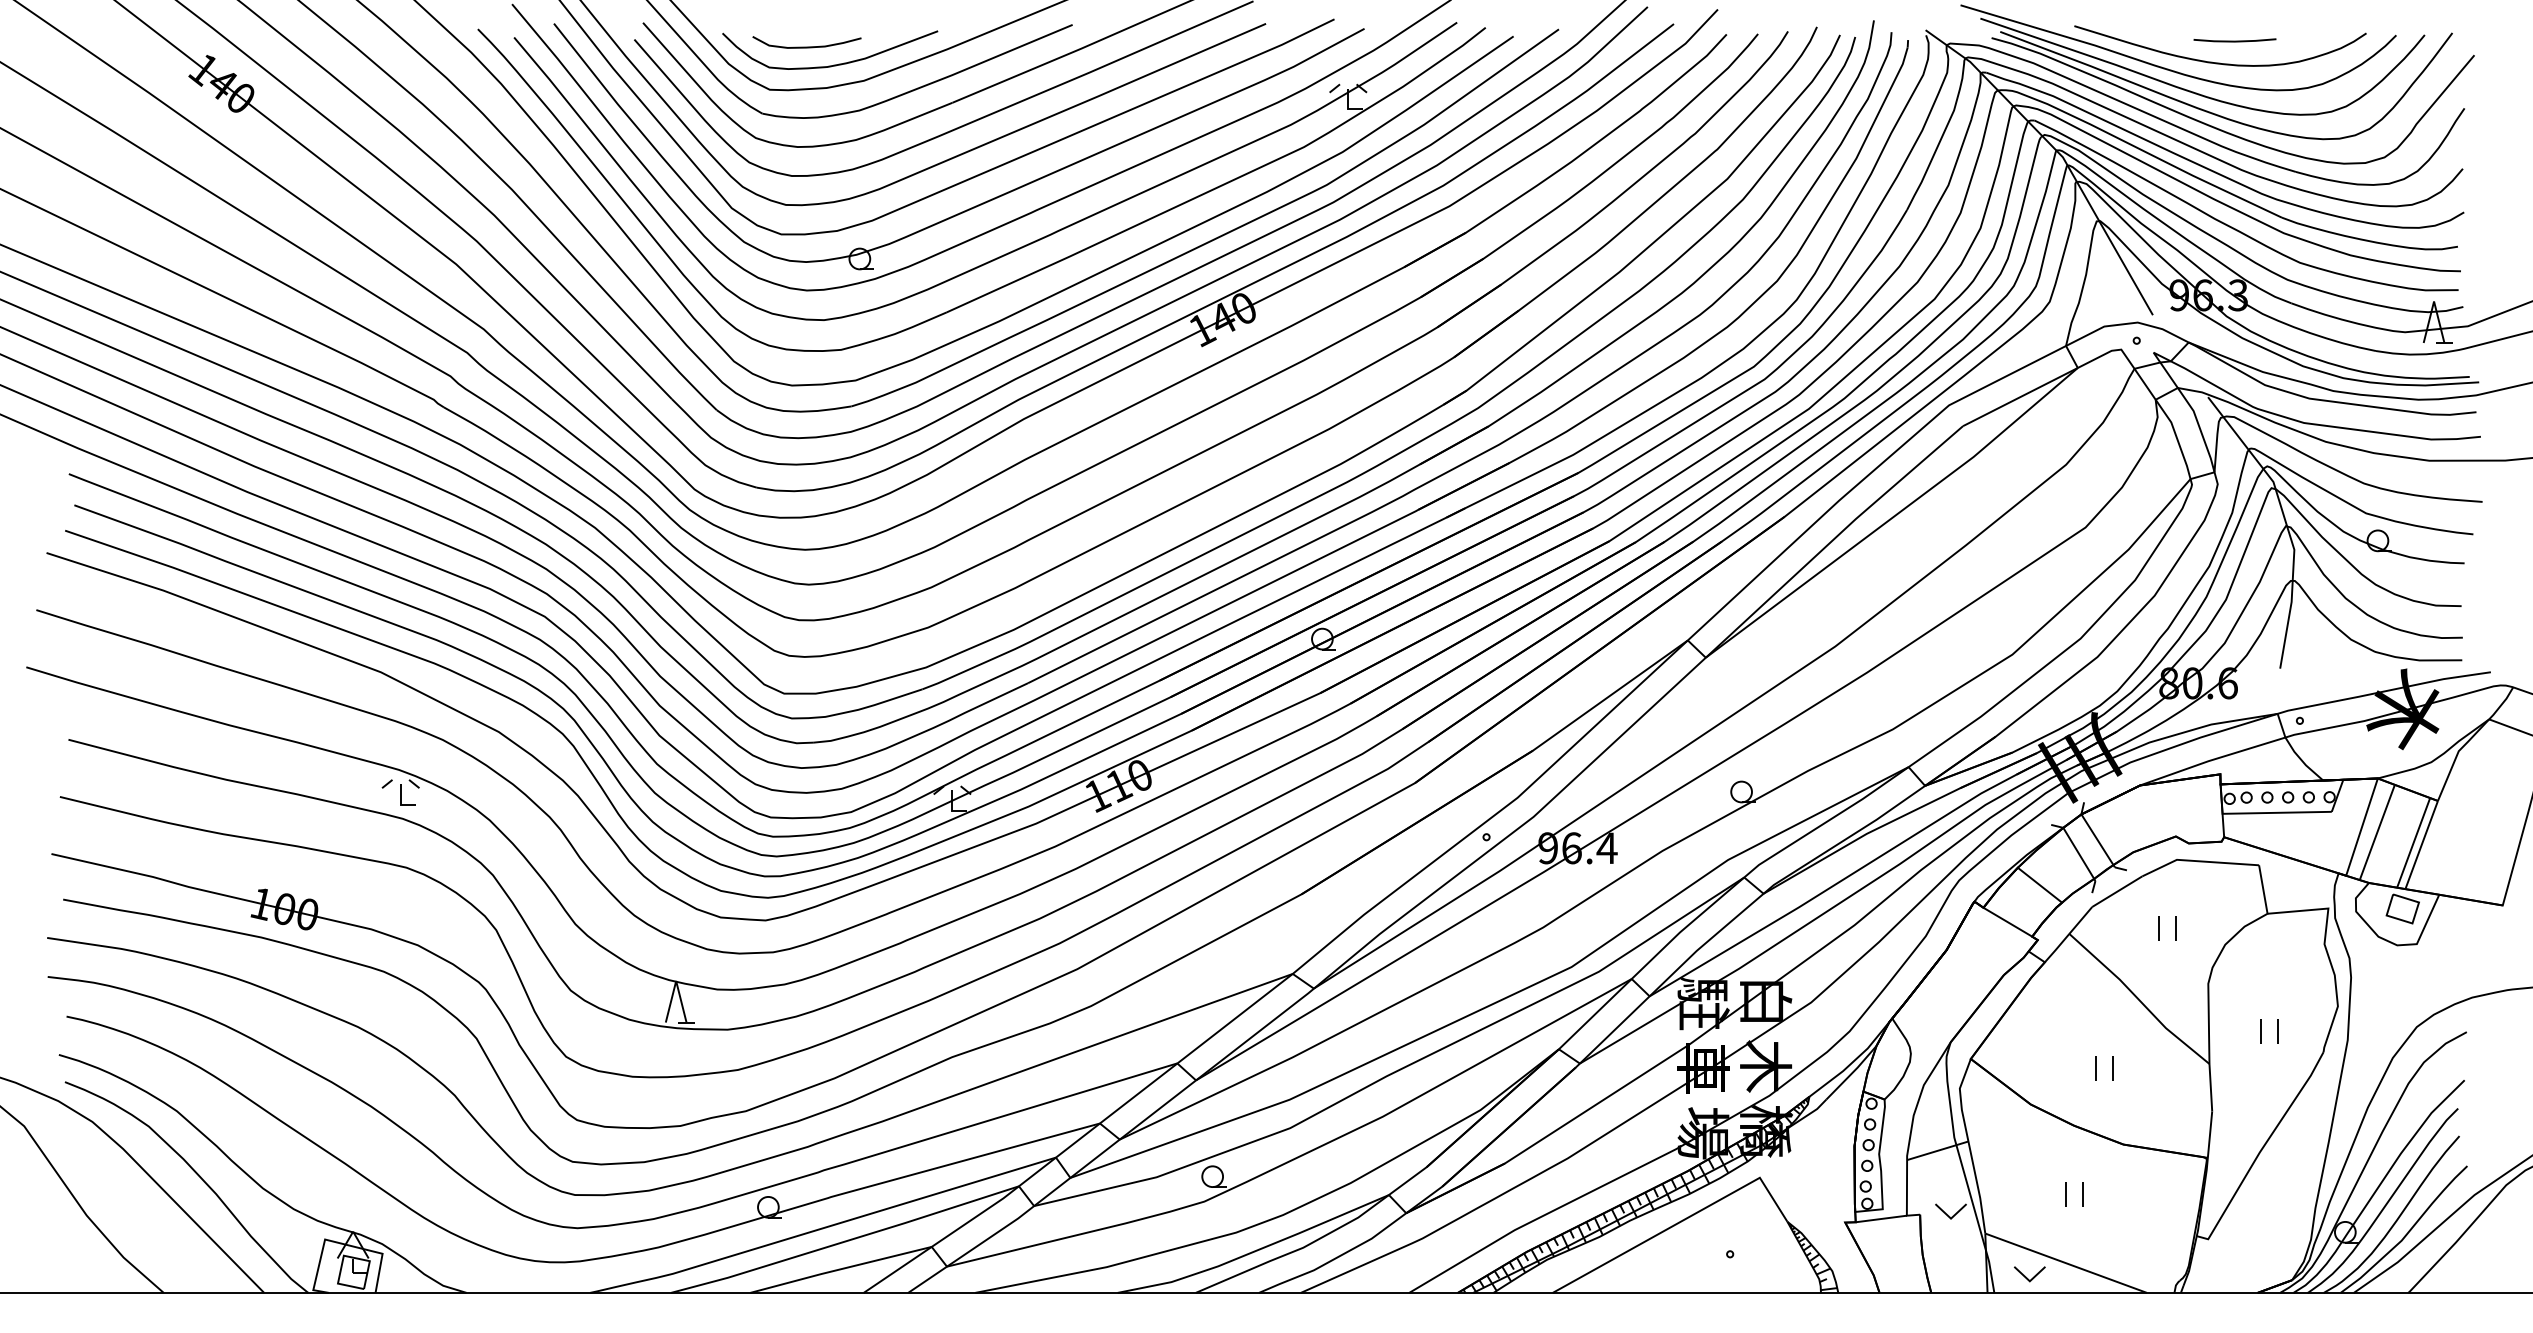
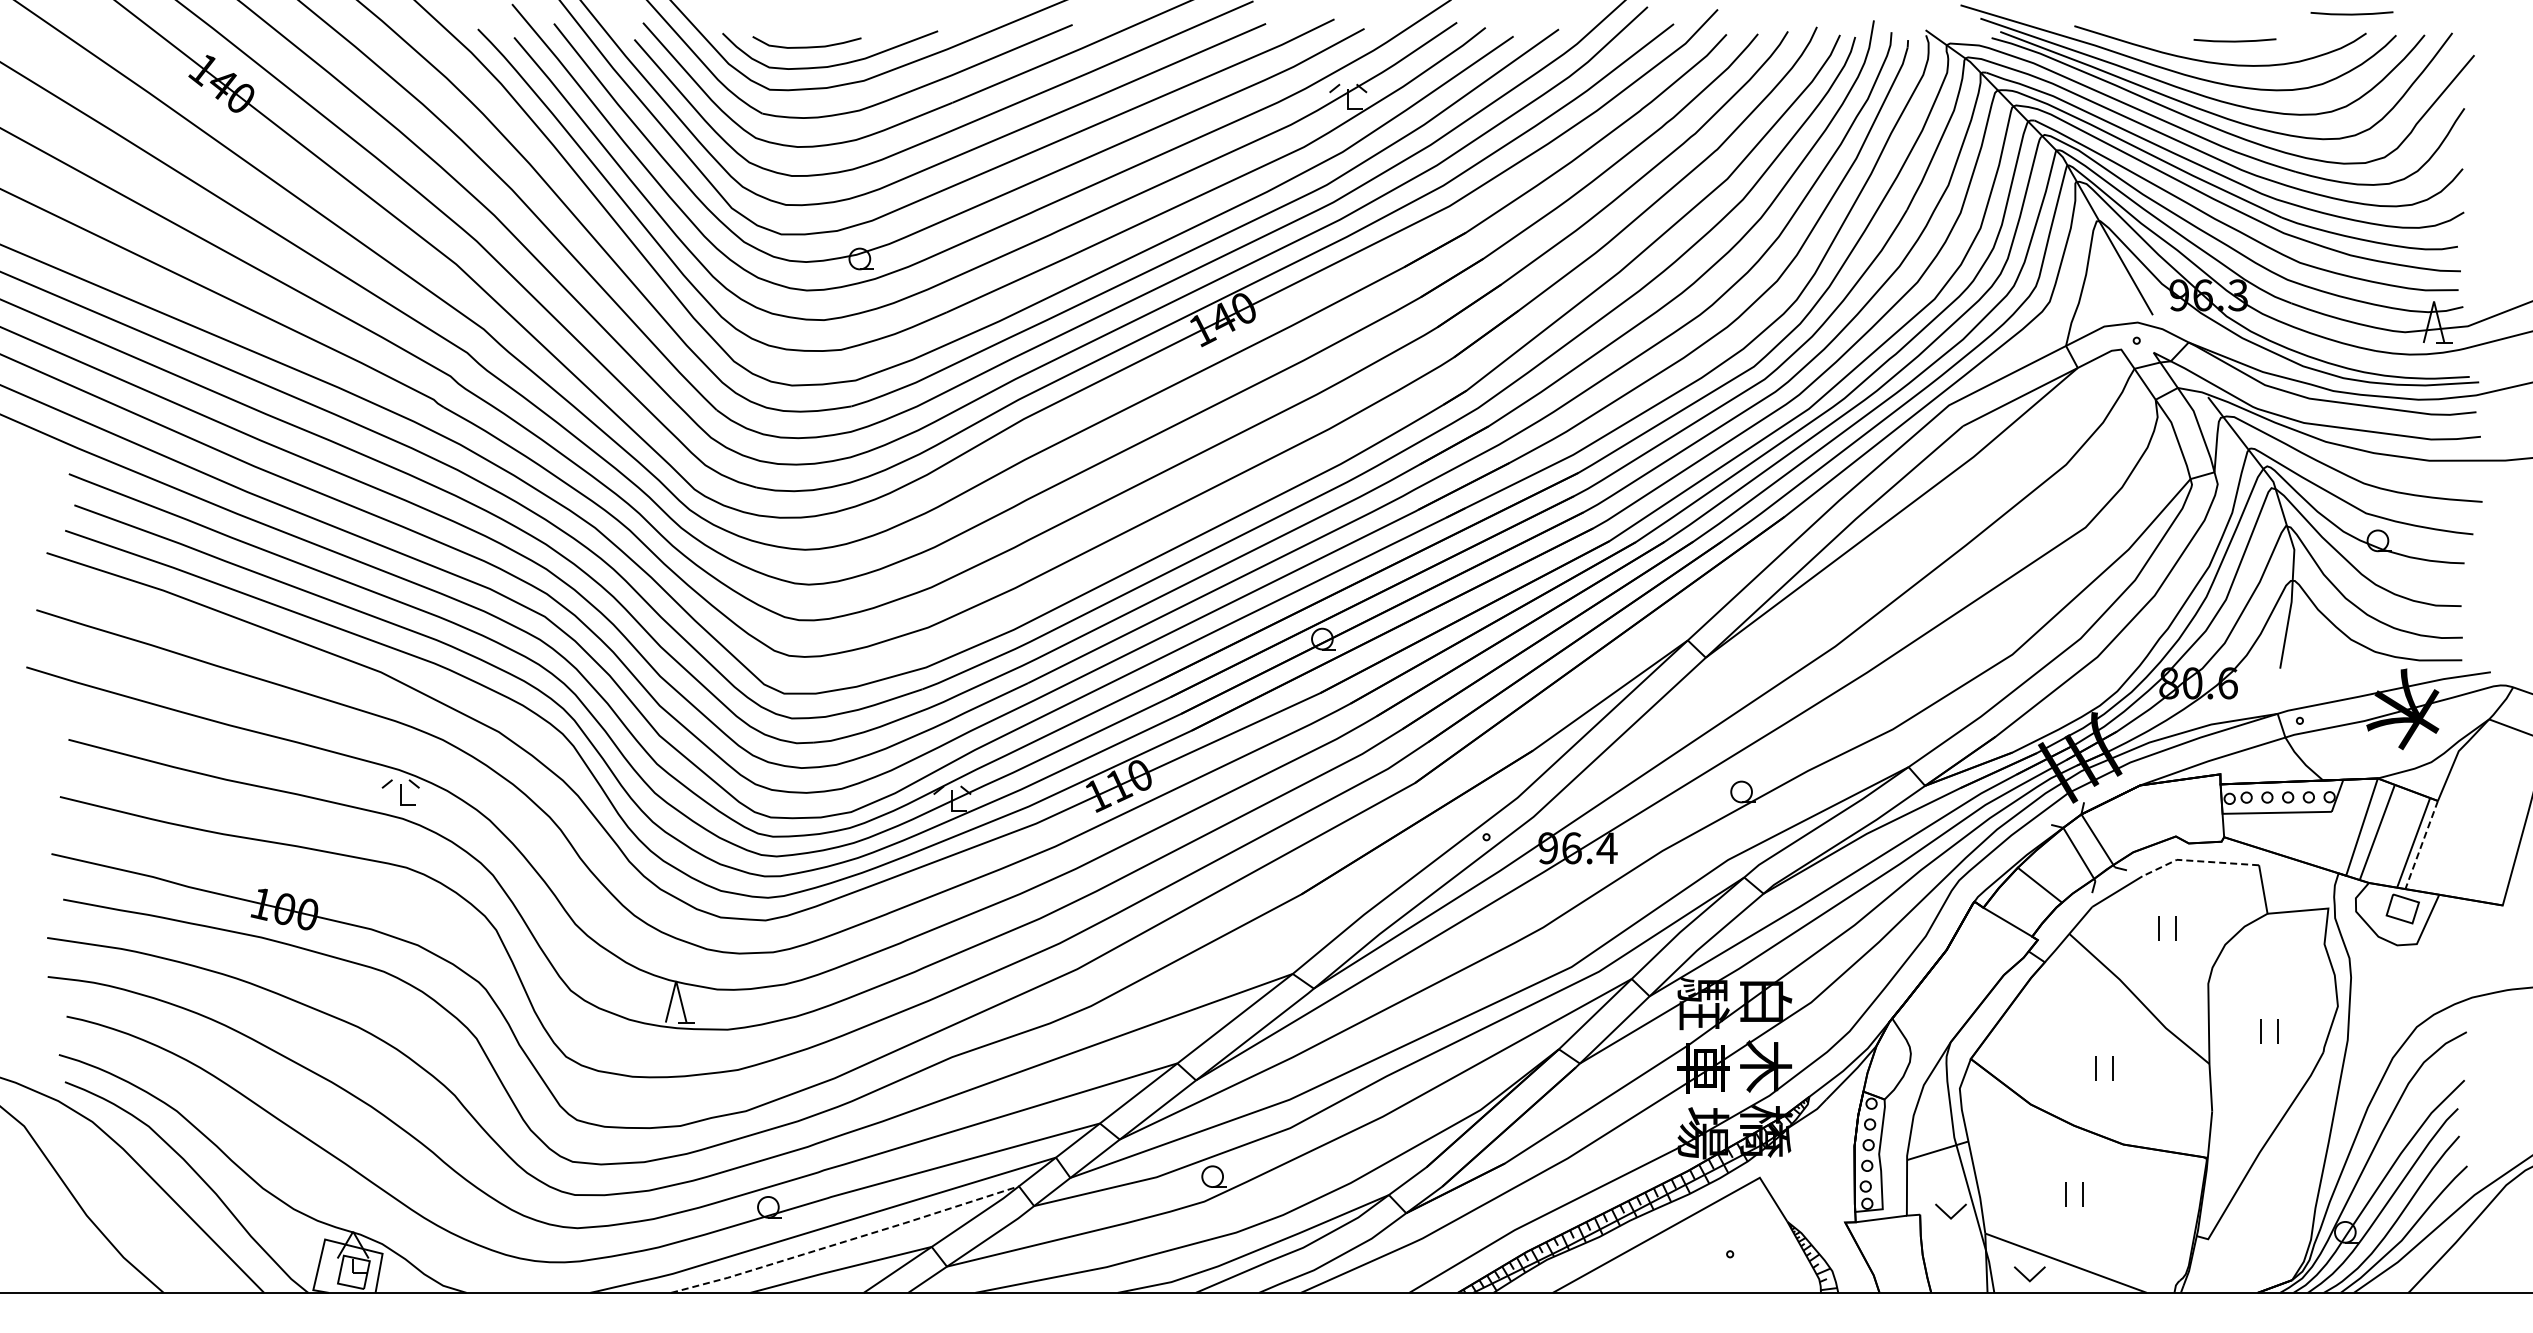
line at (2351, 13): none -> present
line at (2421, 845): solid -> dashed
line at (2197, 861): solid -> dashed
line at (845, 1241): solid -> dashed
